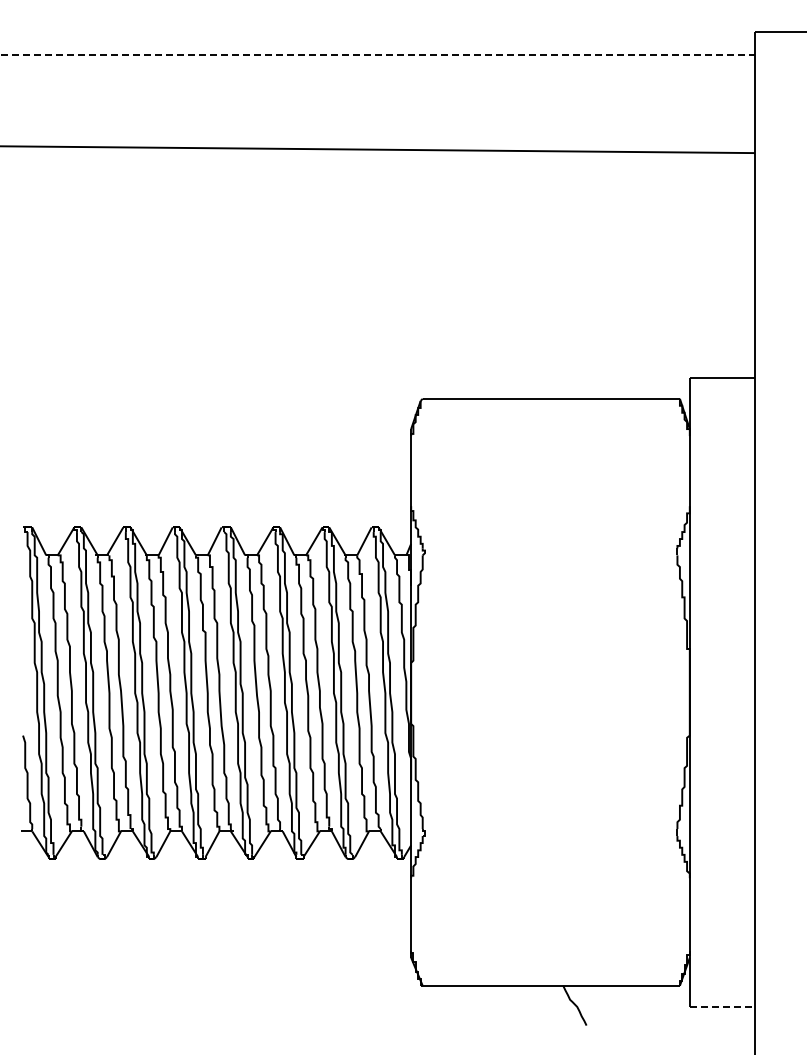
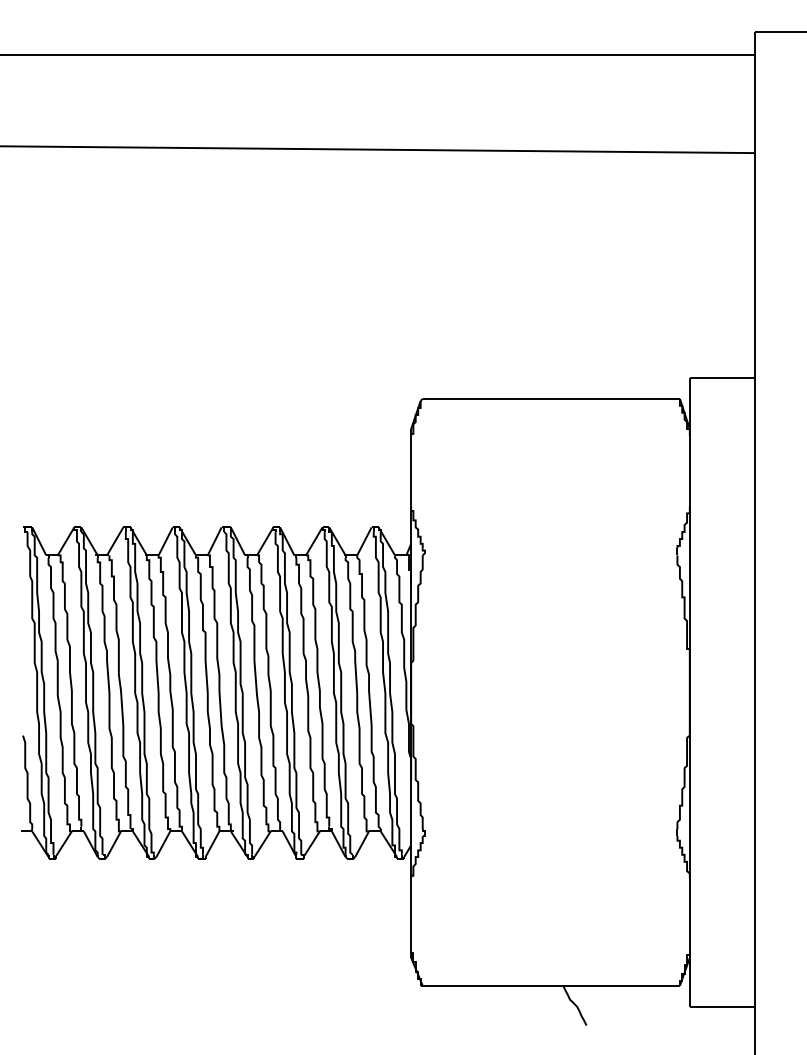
line at (377, 54): dashed -> solid
line at (722, 1006): dashed -> solid
